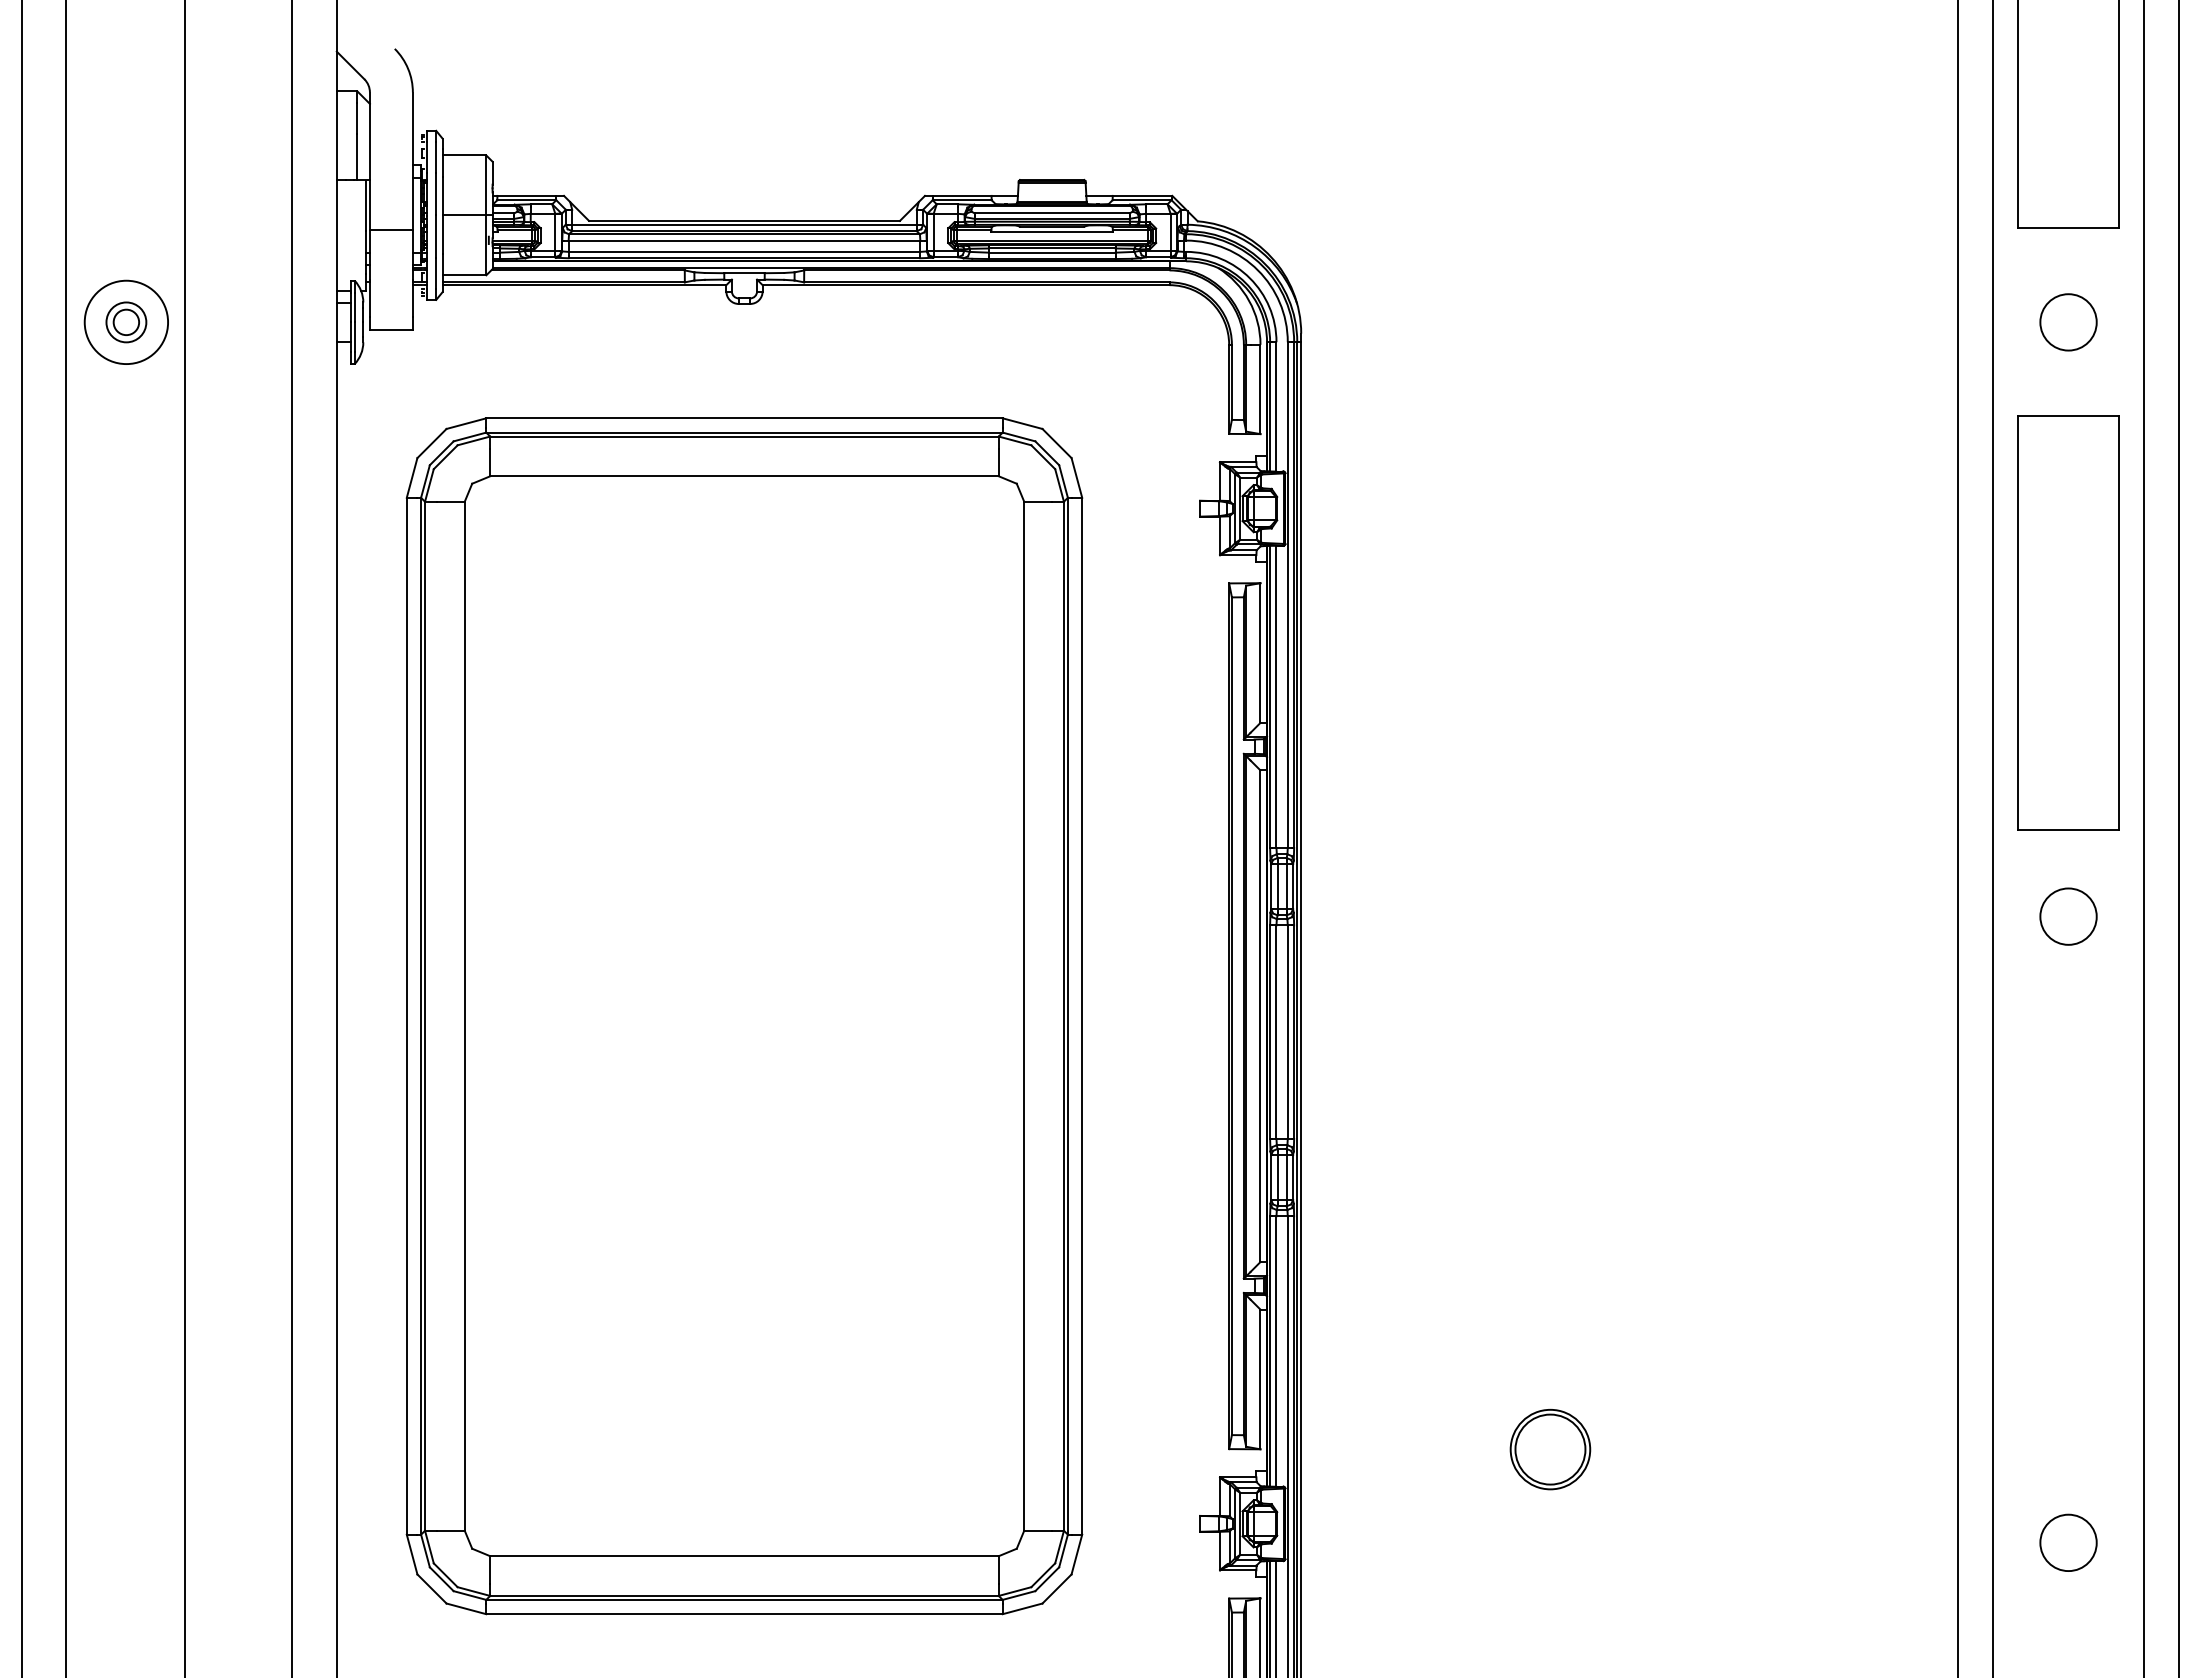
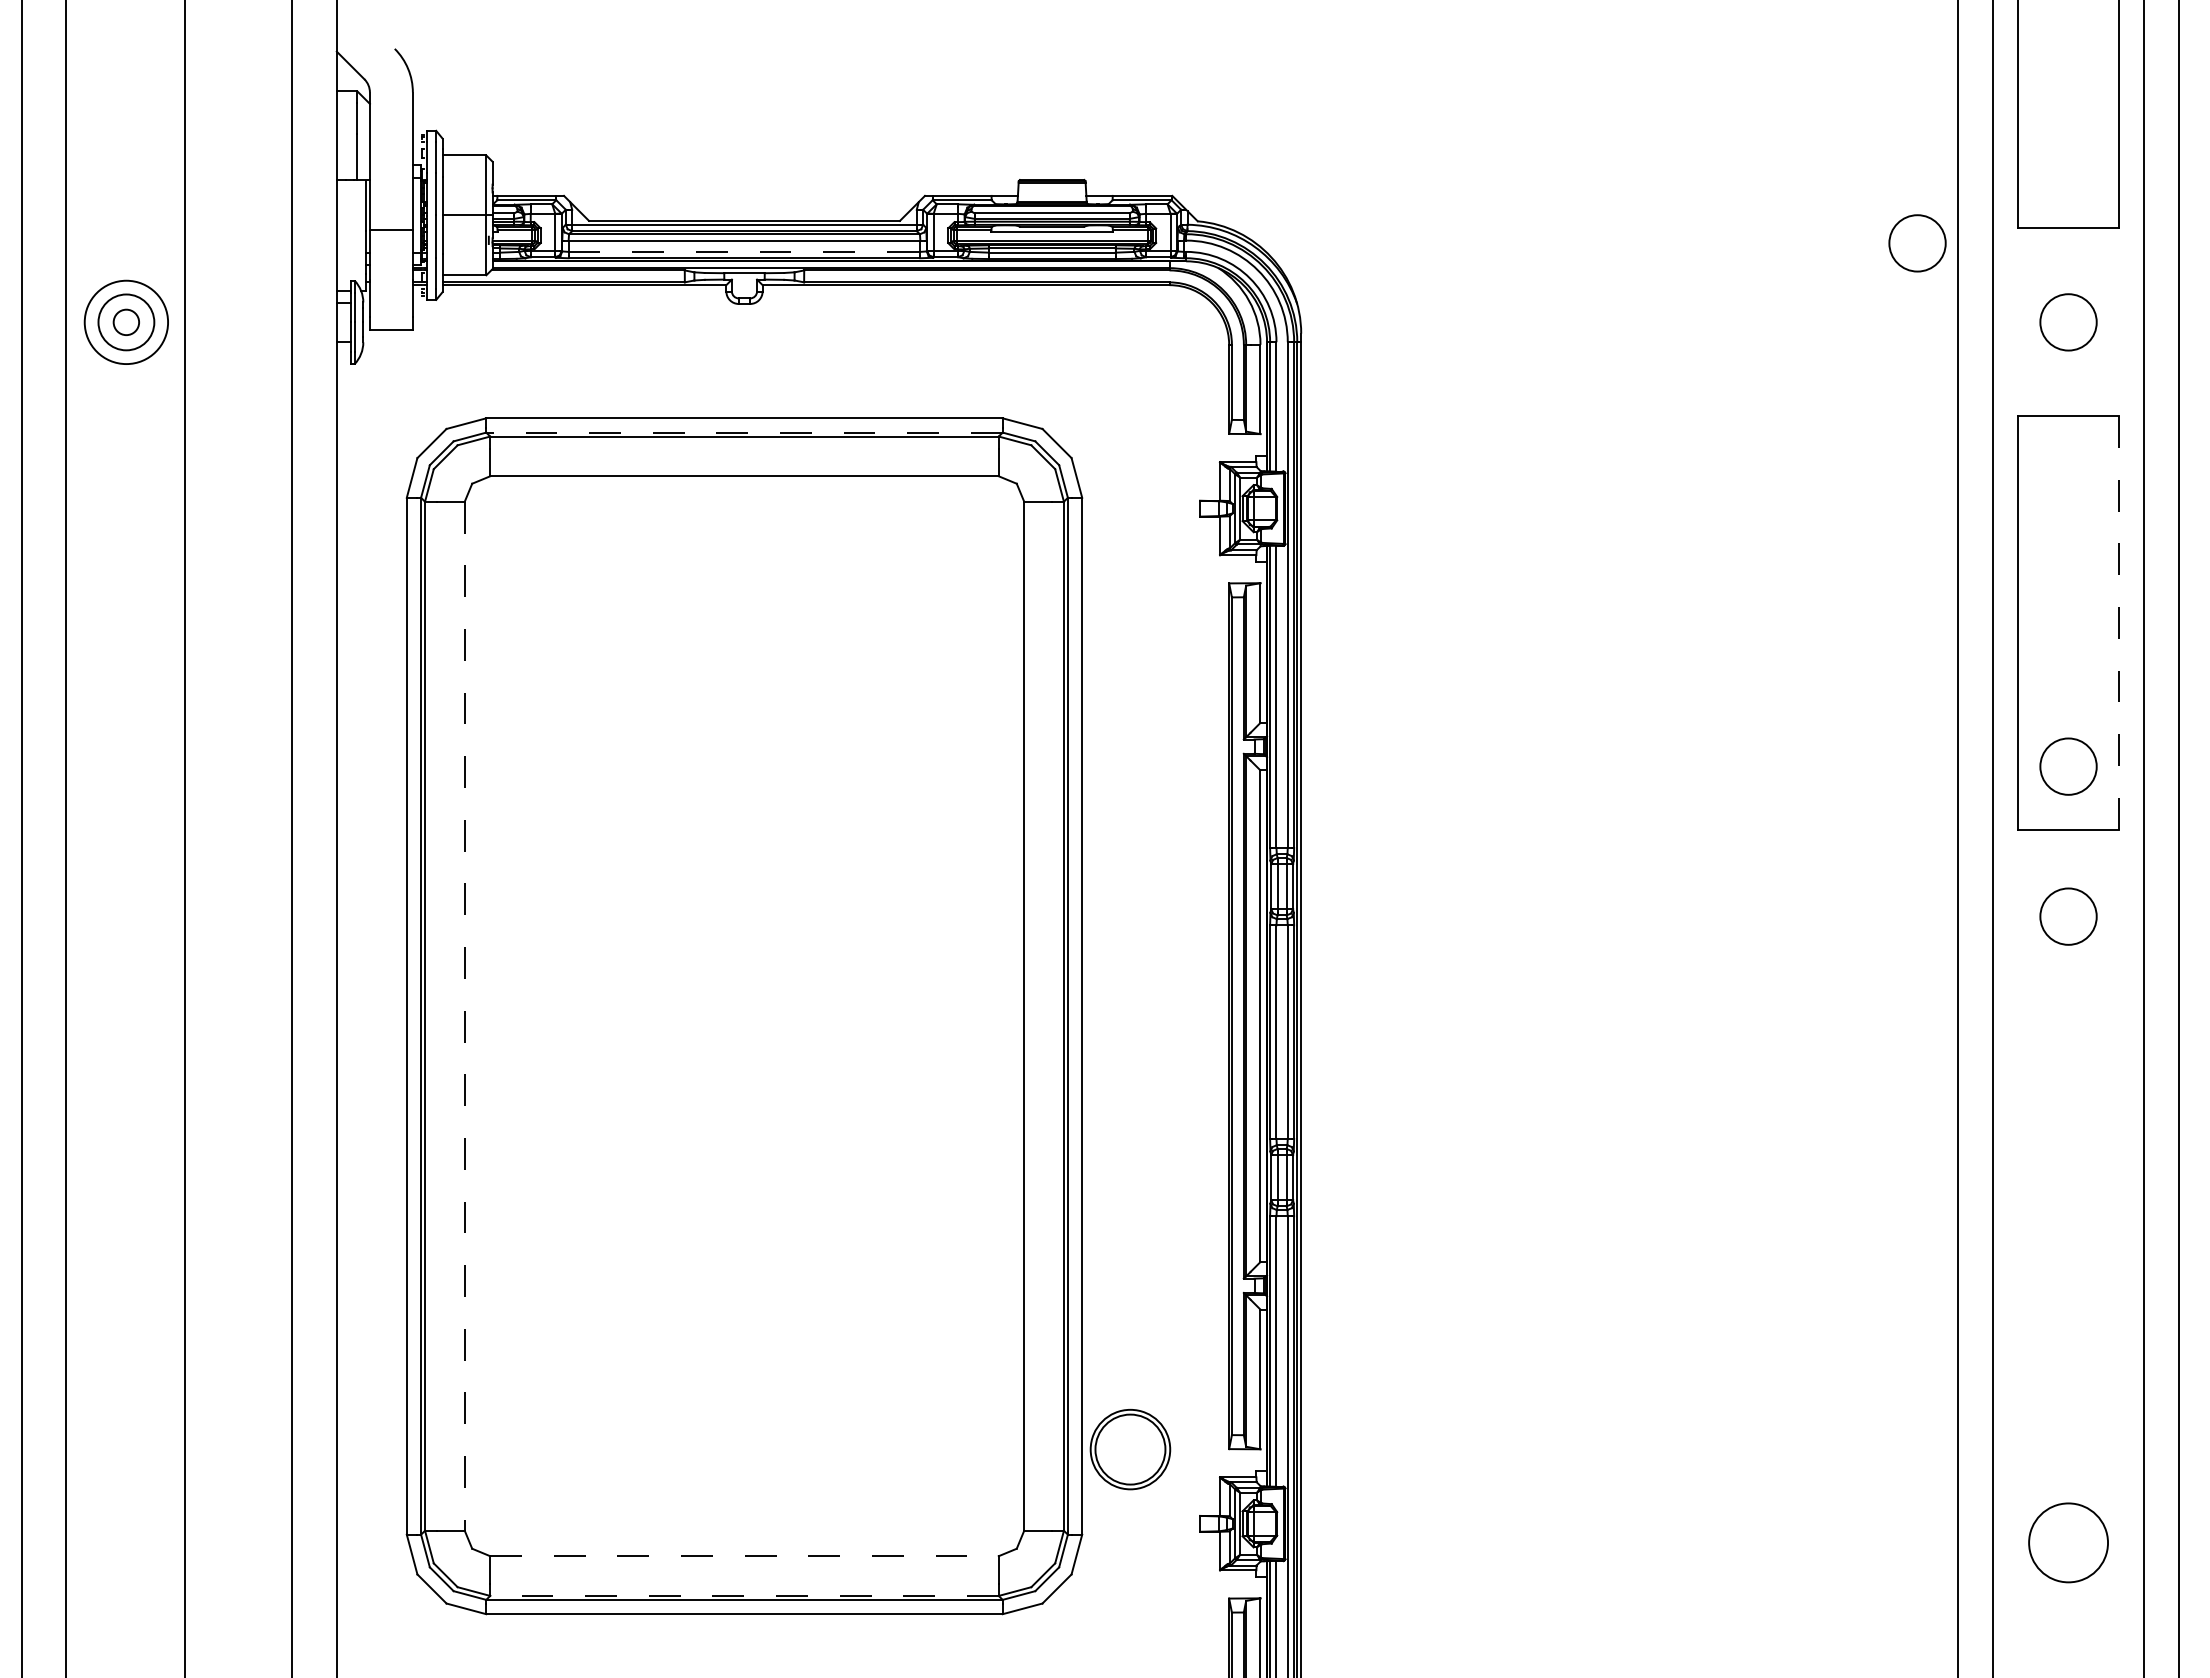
circle at (1917, 243): none -> present
line at (744, 251): solid -> dashed
circle at (126, 322) diameter: 40 px -> 56 px
line at (744, 432): solid -> dashed
line at (2118, 622): solid -> dashed
circle at (2068, 766): none -> present
line at (464, 1016): solid -> dashed
part at (1550, 1449) position: (1550, 1449) -> (1130, 1449)
circle at (2068, 1542) diameter: 56 px -> 79 px
line at (745, 1556): solid -> dashed
line at (744, 1595): solid -> dashed
